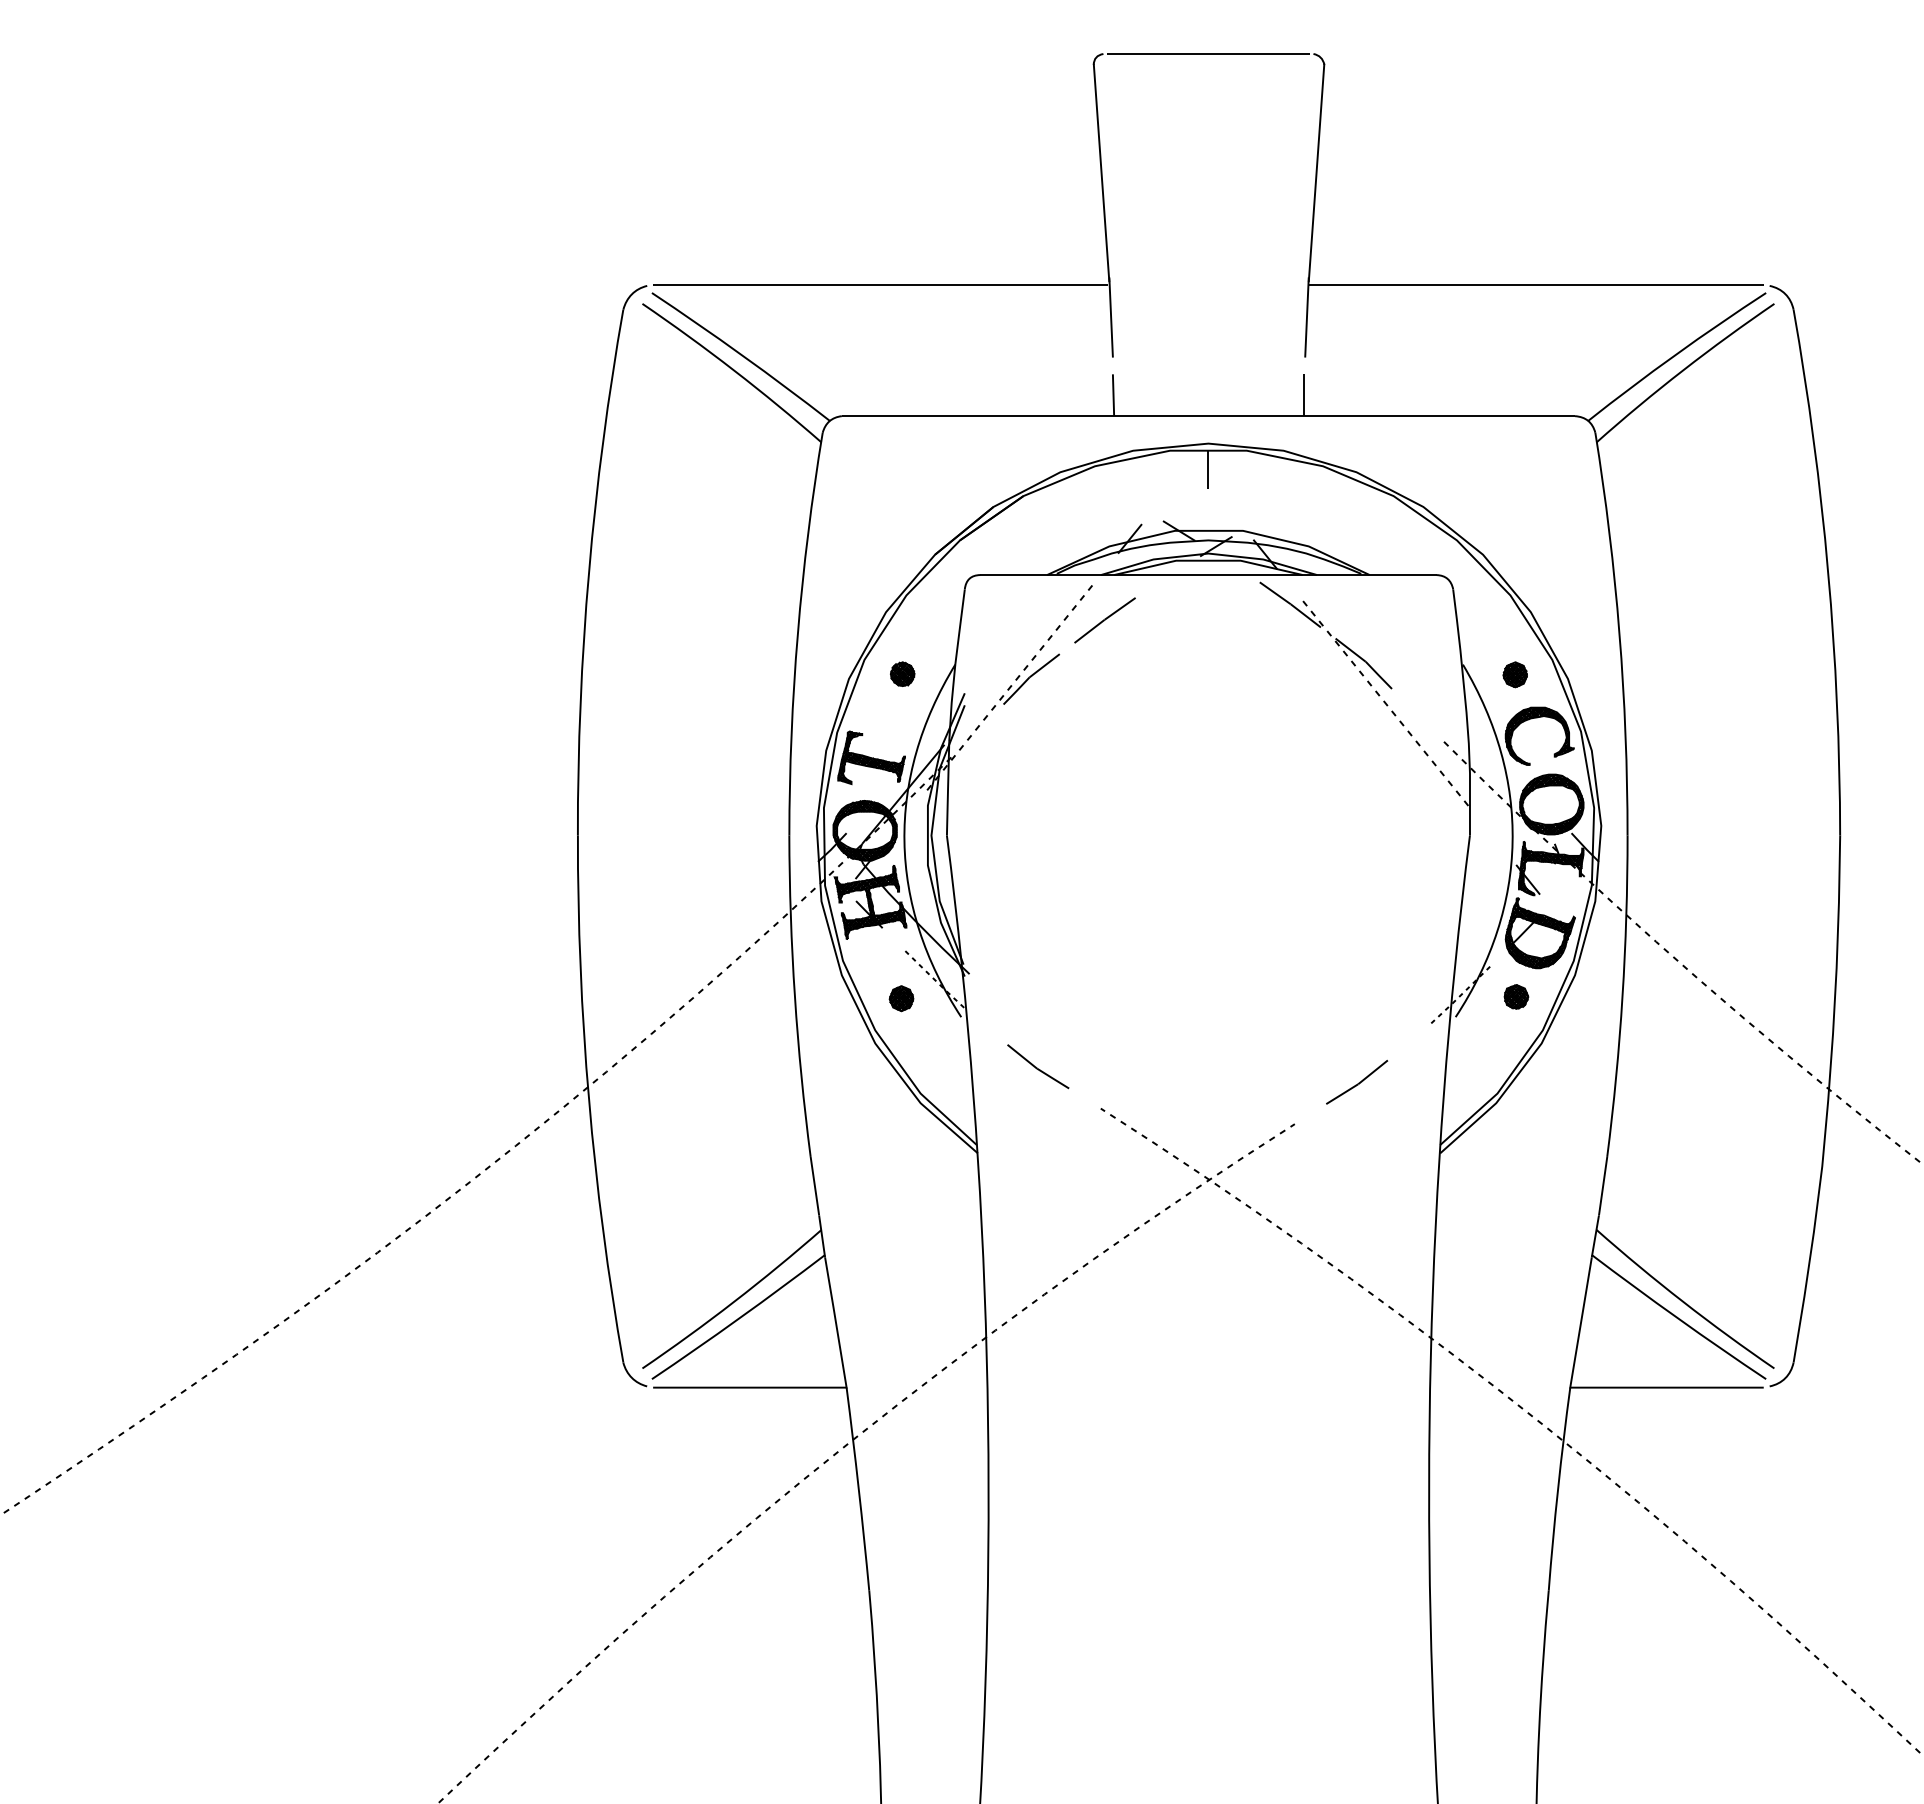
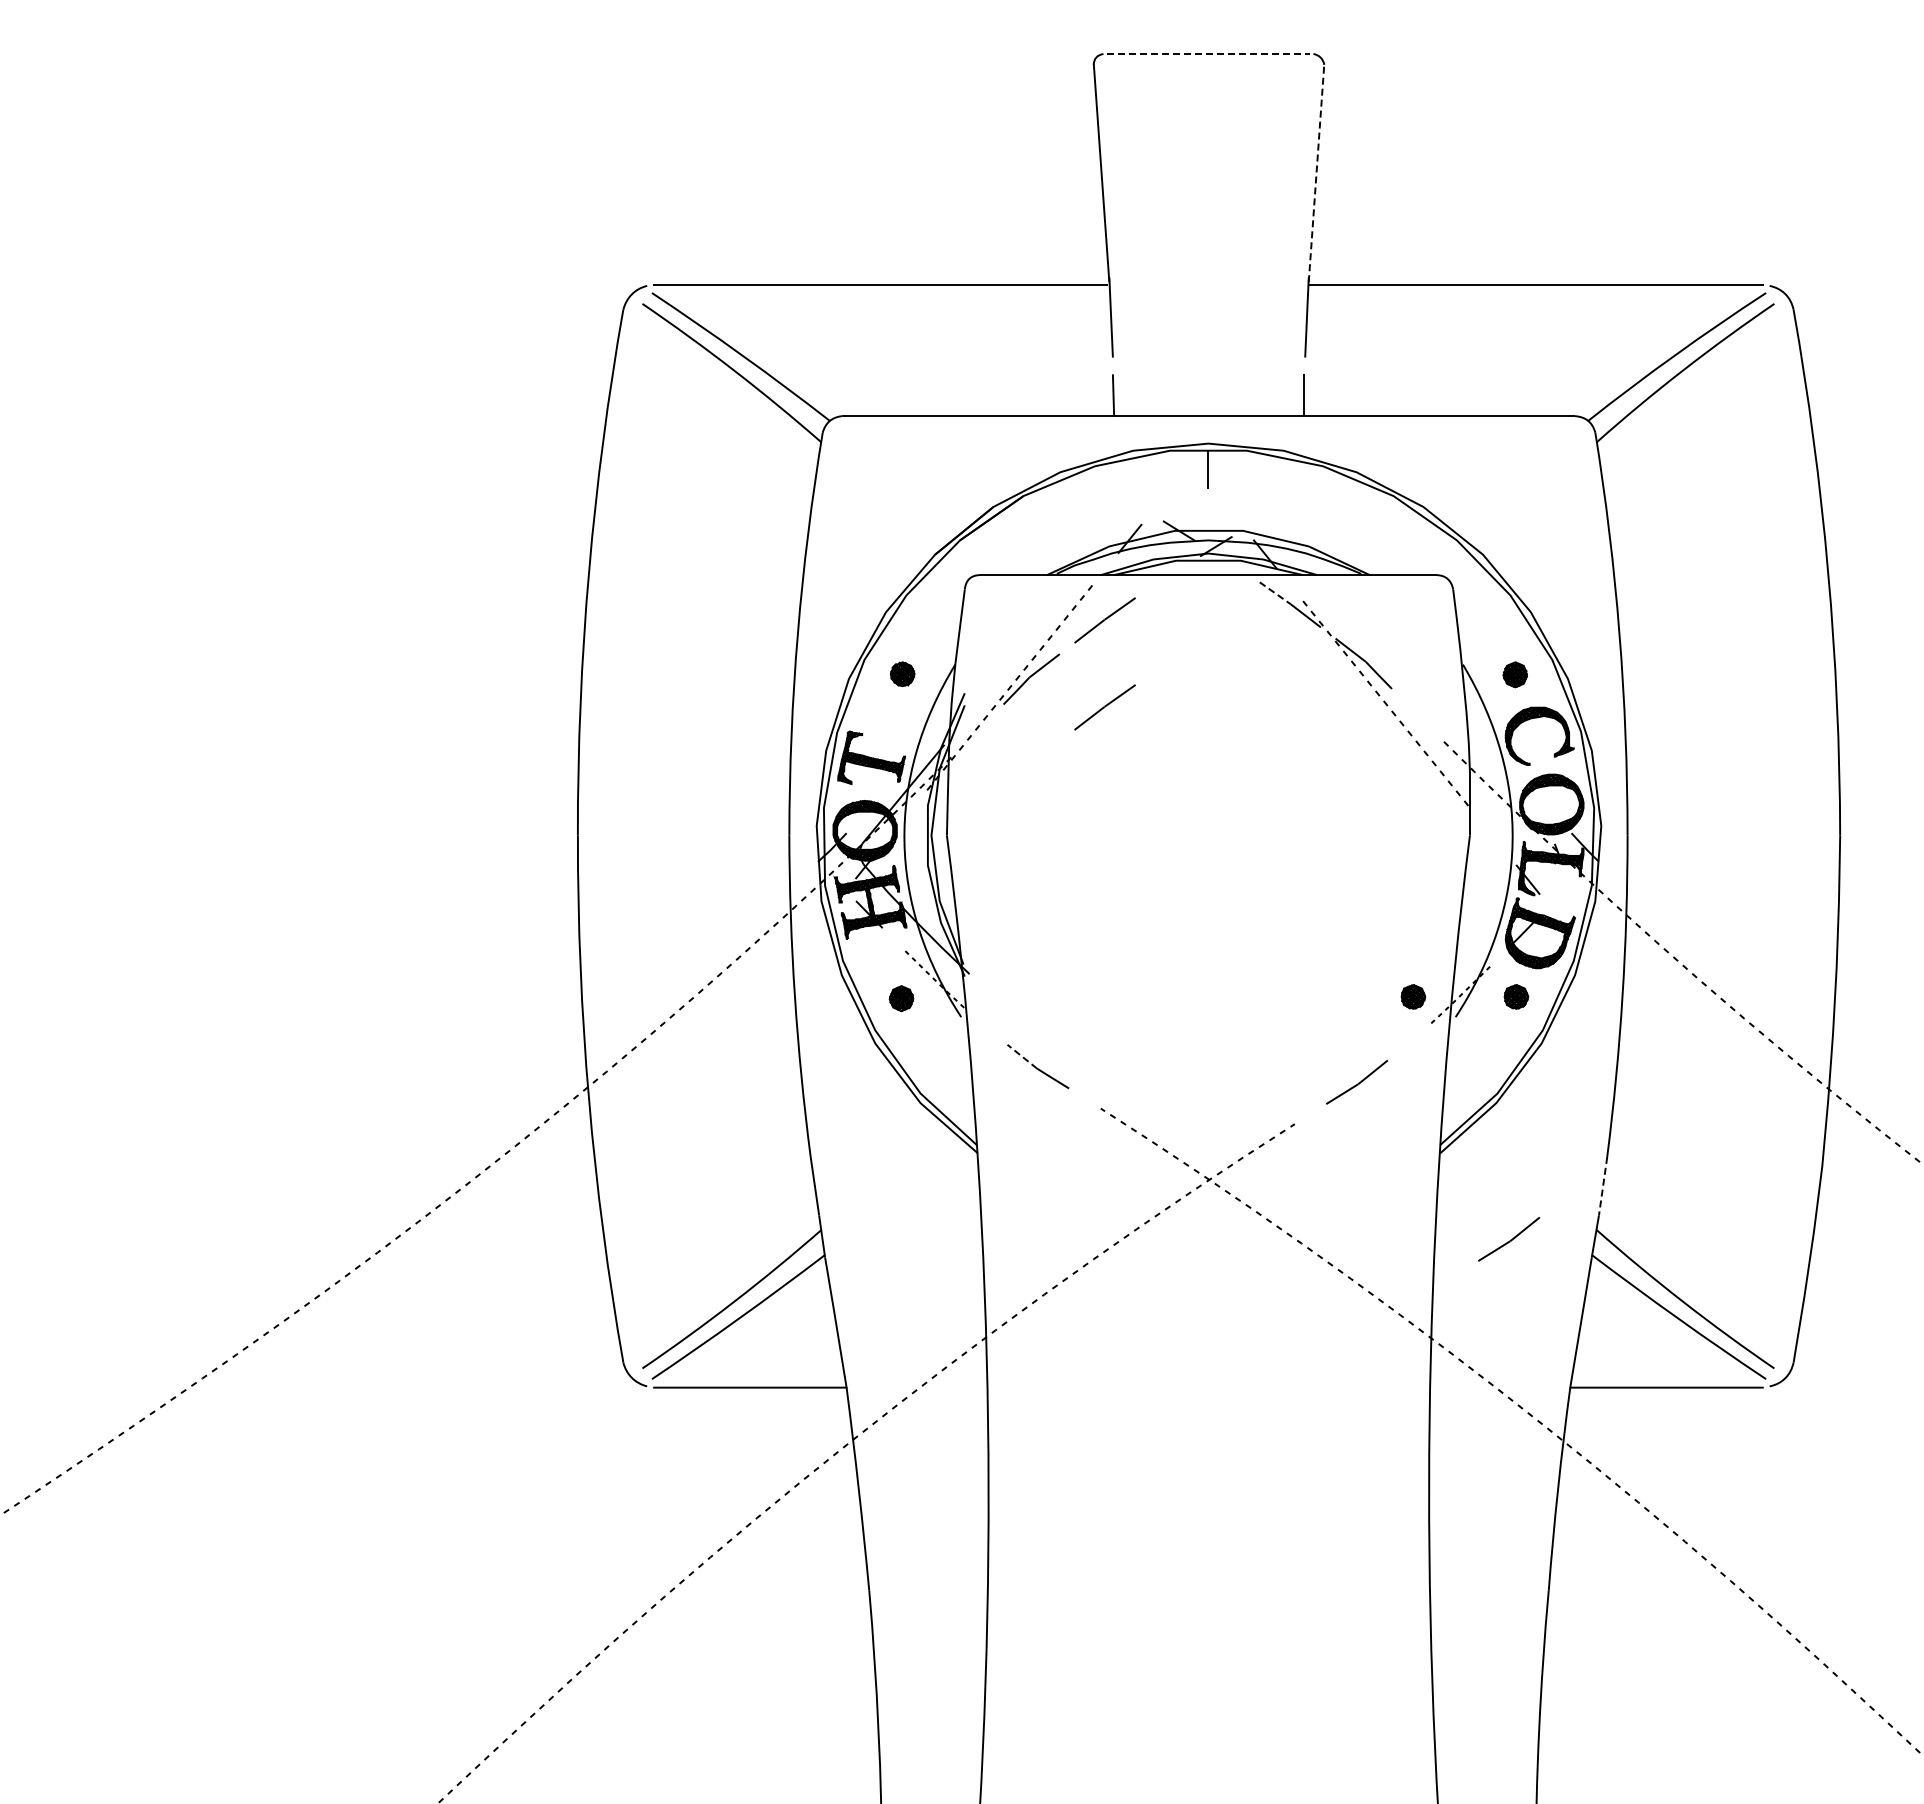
line at (1208, 54): solid -> dashed
line at (1316, 172): solid -> dashed
line at (1275, 593): solid -> dashed
line at (1104, 707): none -> present
part at (1413, 996): none -> present
line at (1022, 1056): solid -> dashed
line at (1603, 1186): solid -> dashed
part at (1509, 1239): none -> present
